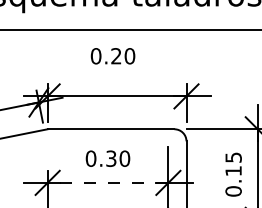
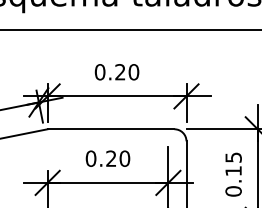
text at (112, 56) position: (112, 56) -> (116, 72)
text at (111, 159): 0.30 -> 0.20
line at (107, 182): dashed -> solid
